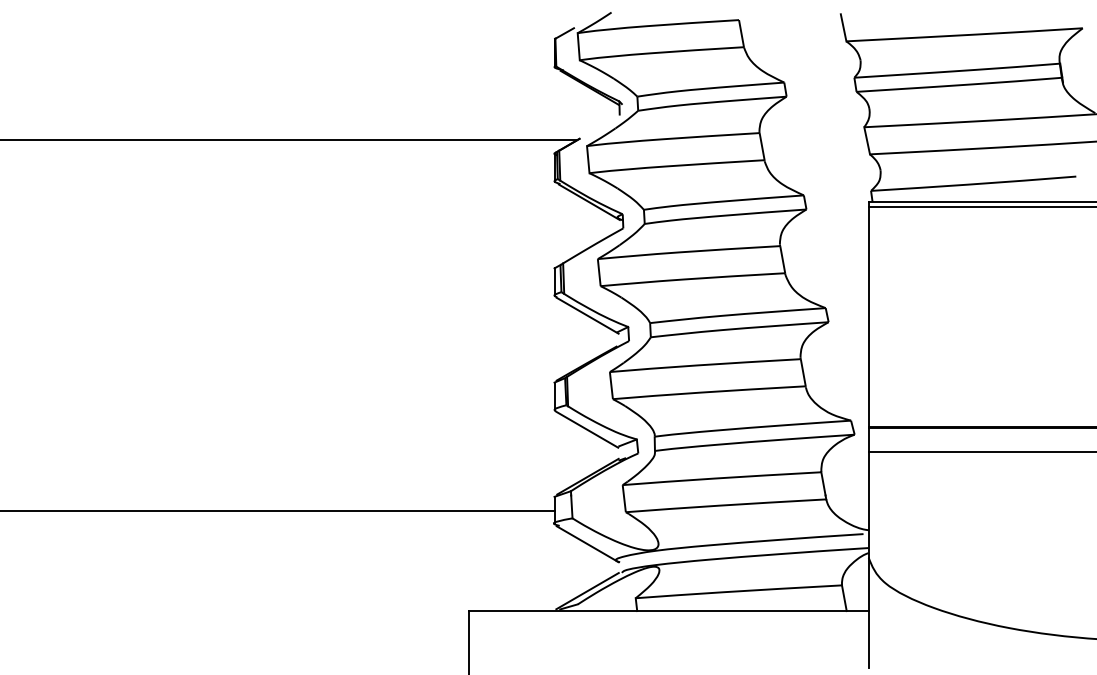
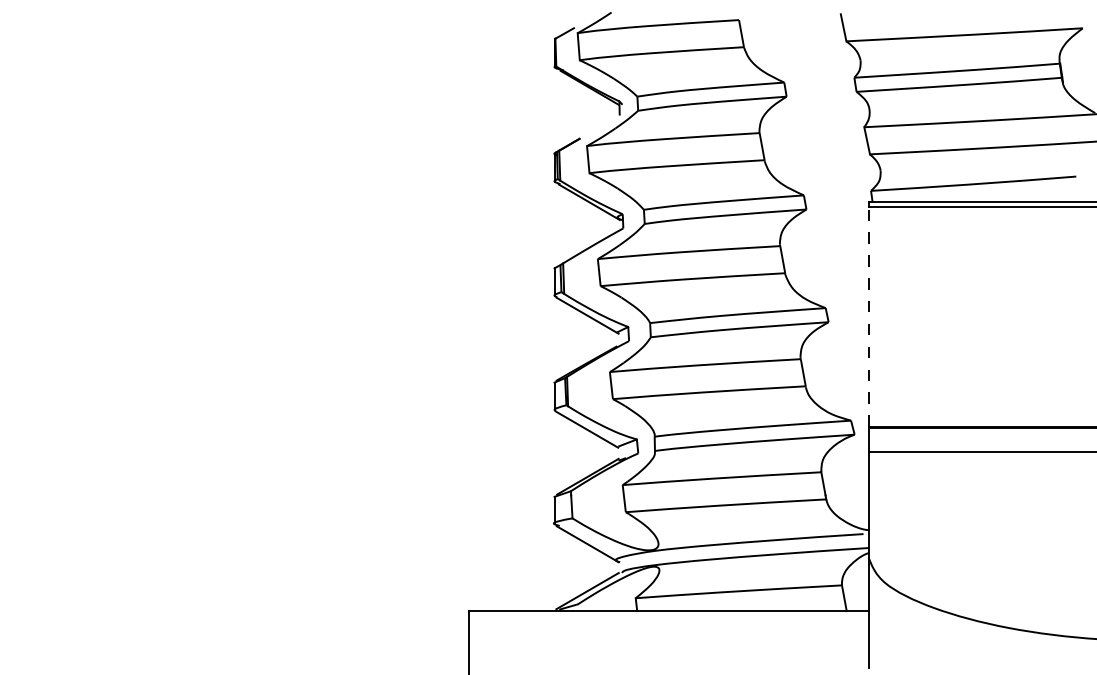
line at (289, 140): present -> none
line at (868, 316): solid -> dashed
line at (278, 511): present -> none
